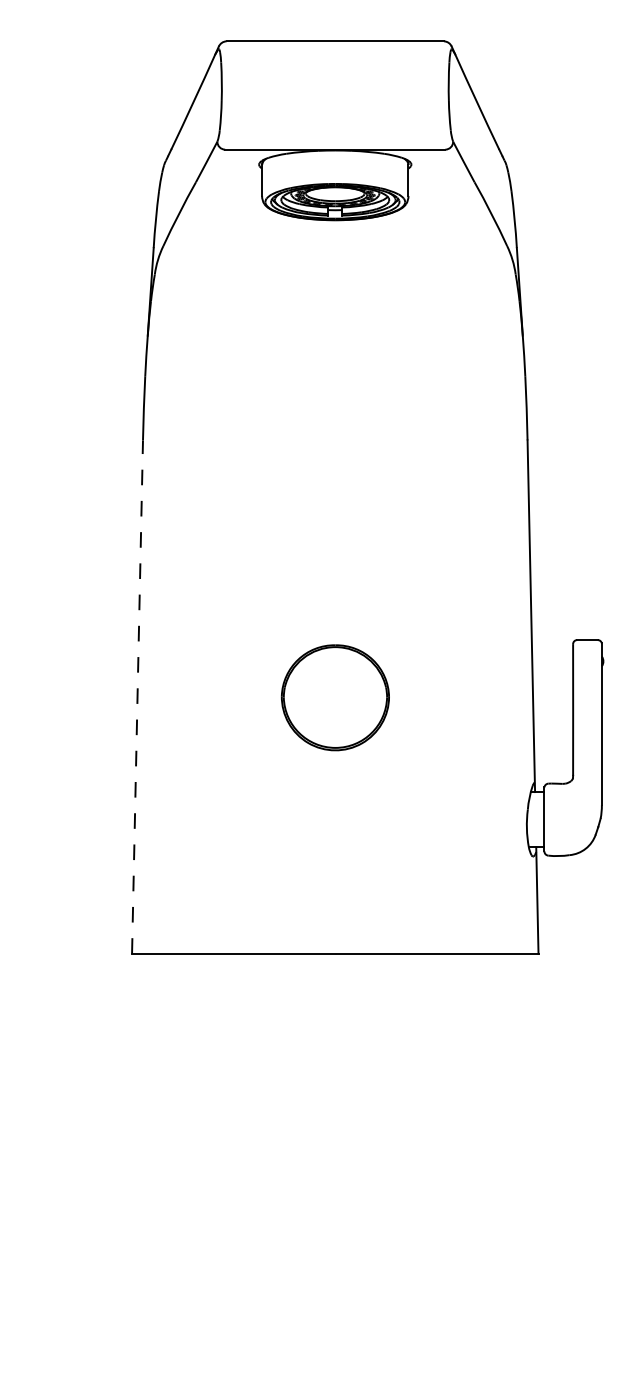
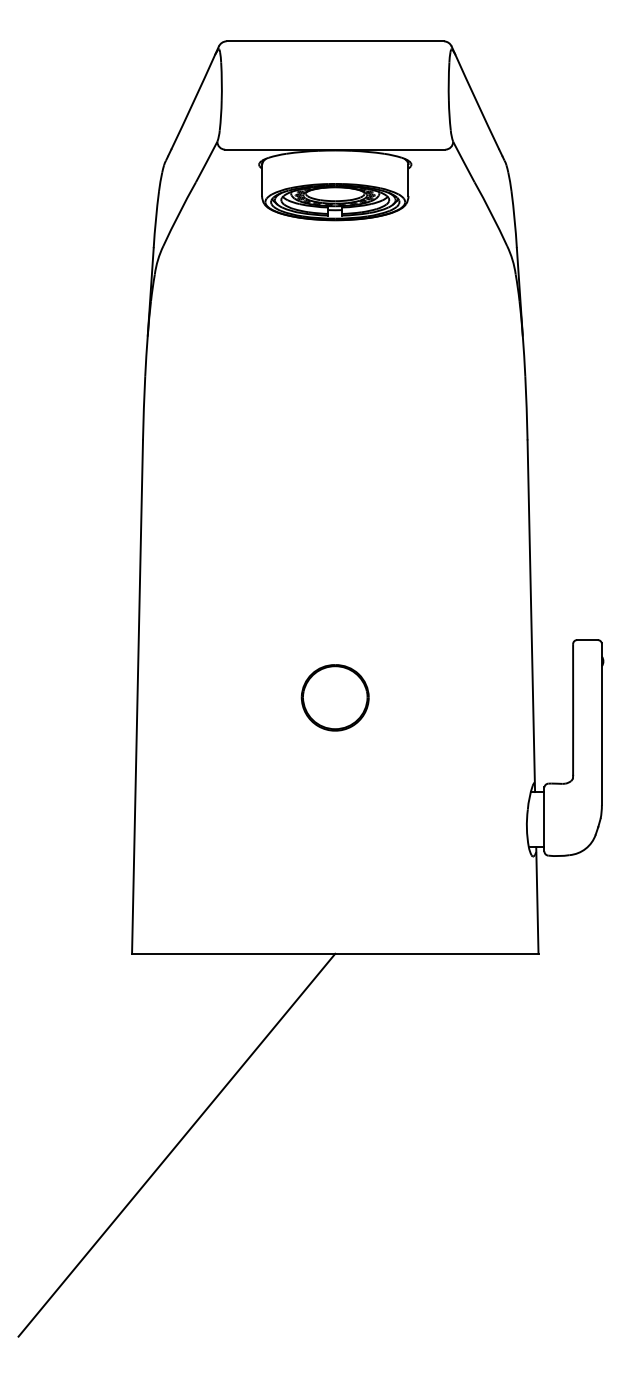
line at (137, 697): dashed -> solid
part at (334, 697) size: 110x108 px -> 70x68 px
line at (176, 1144): none -> present
